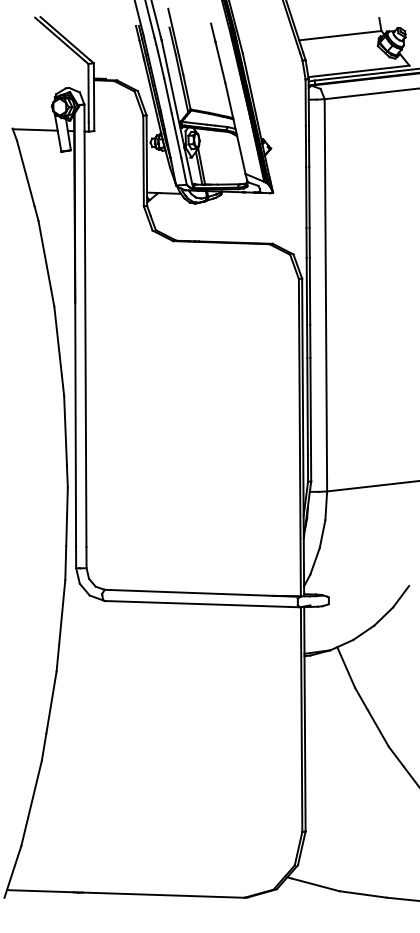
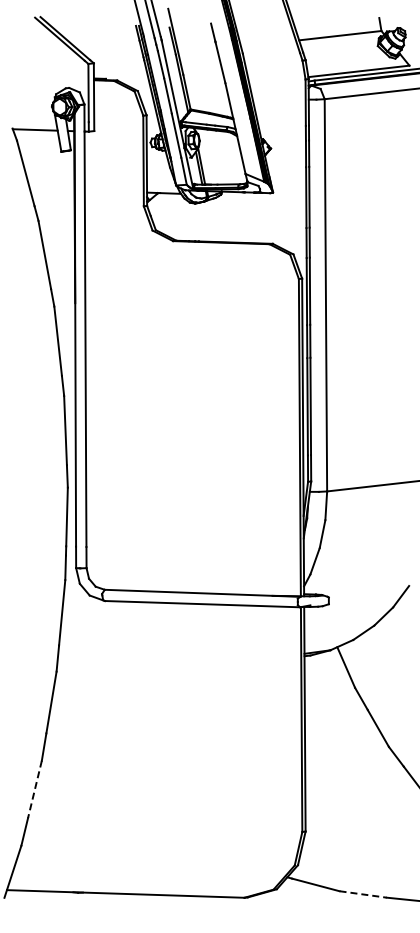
line at (34, 789): solid -> dashed
line at (363, 894): solid -> dashed
